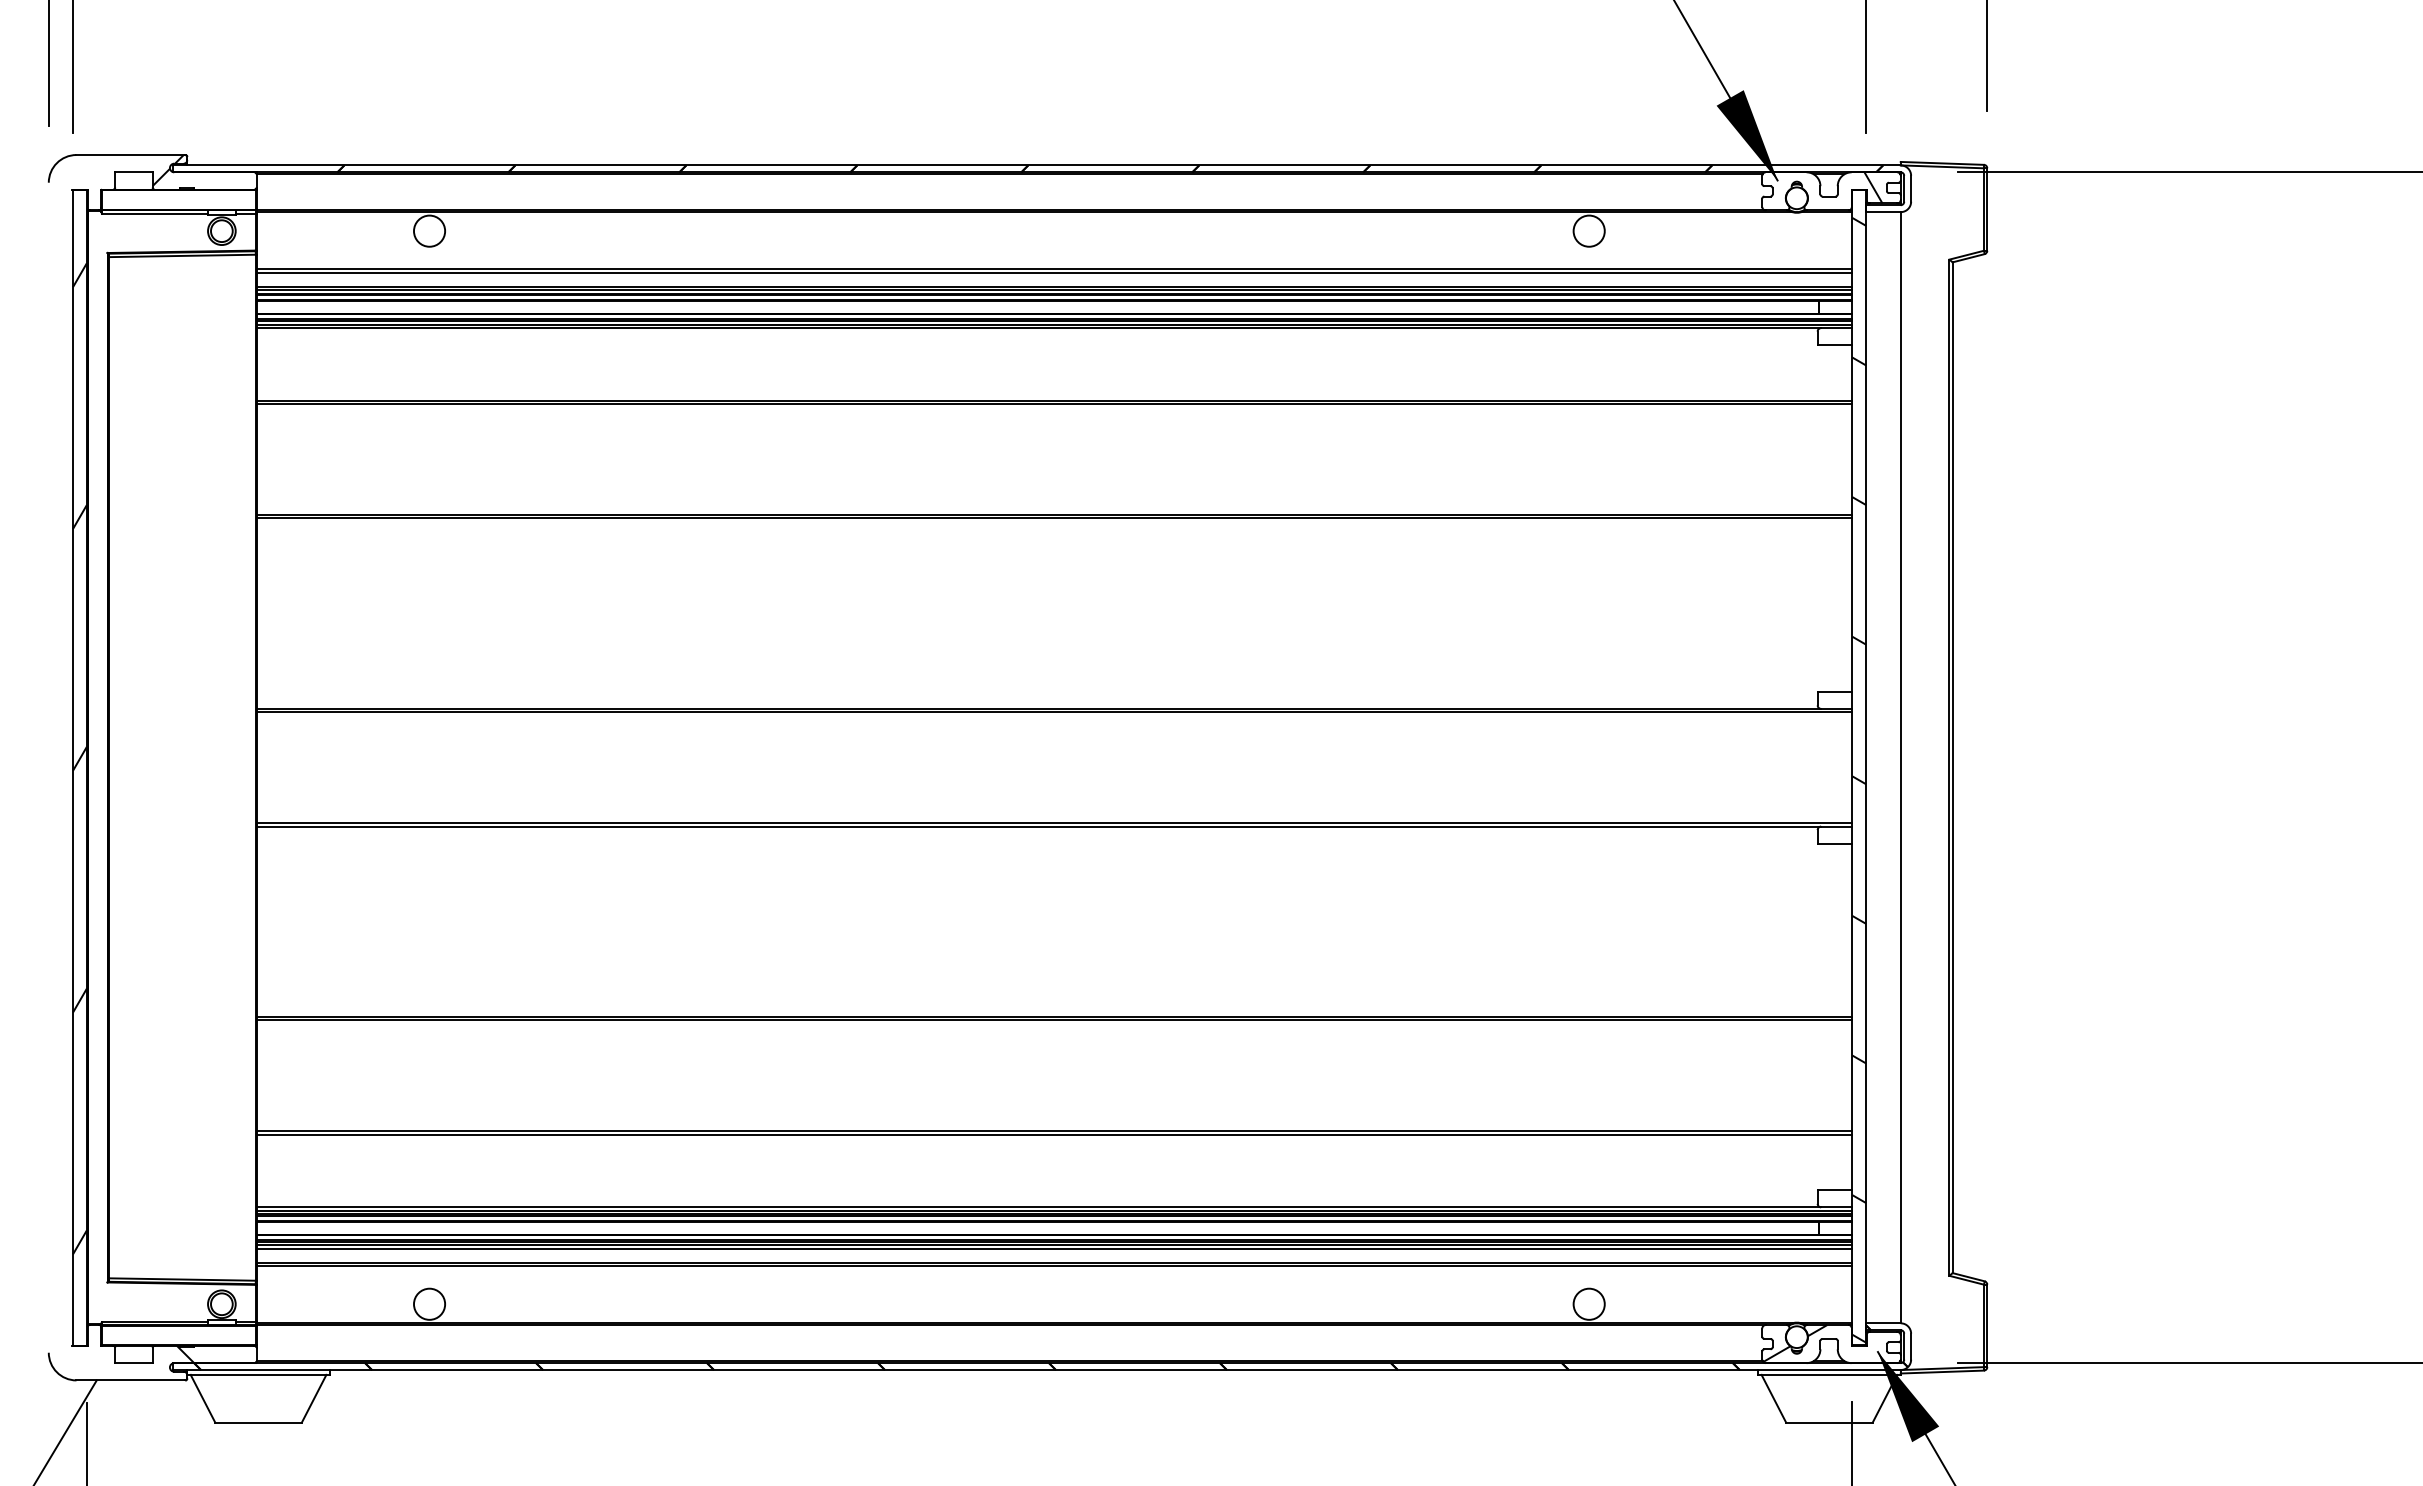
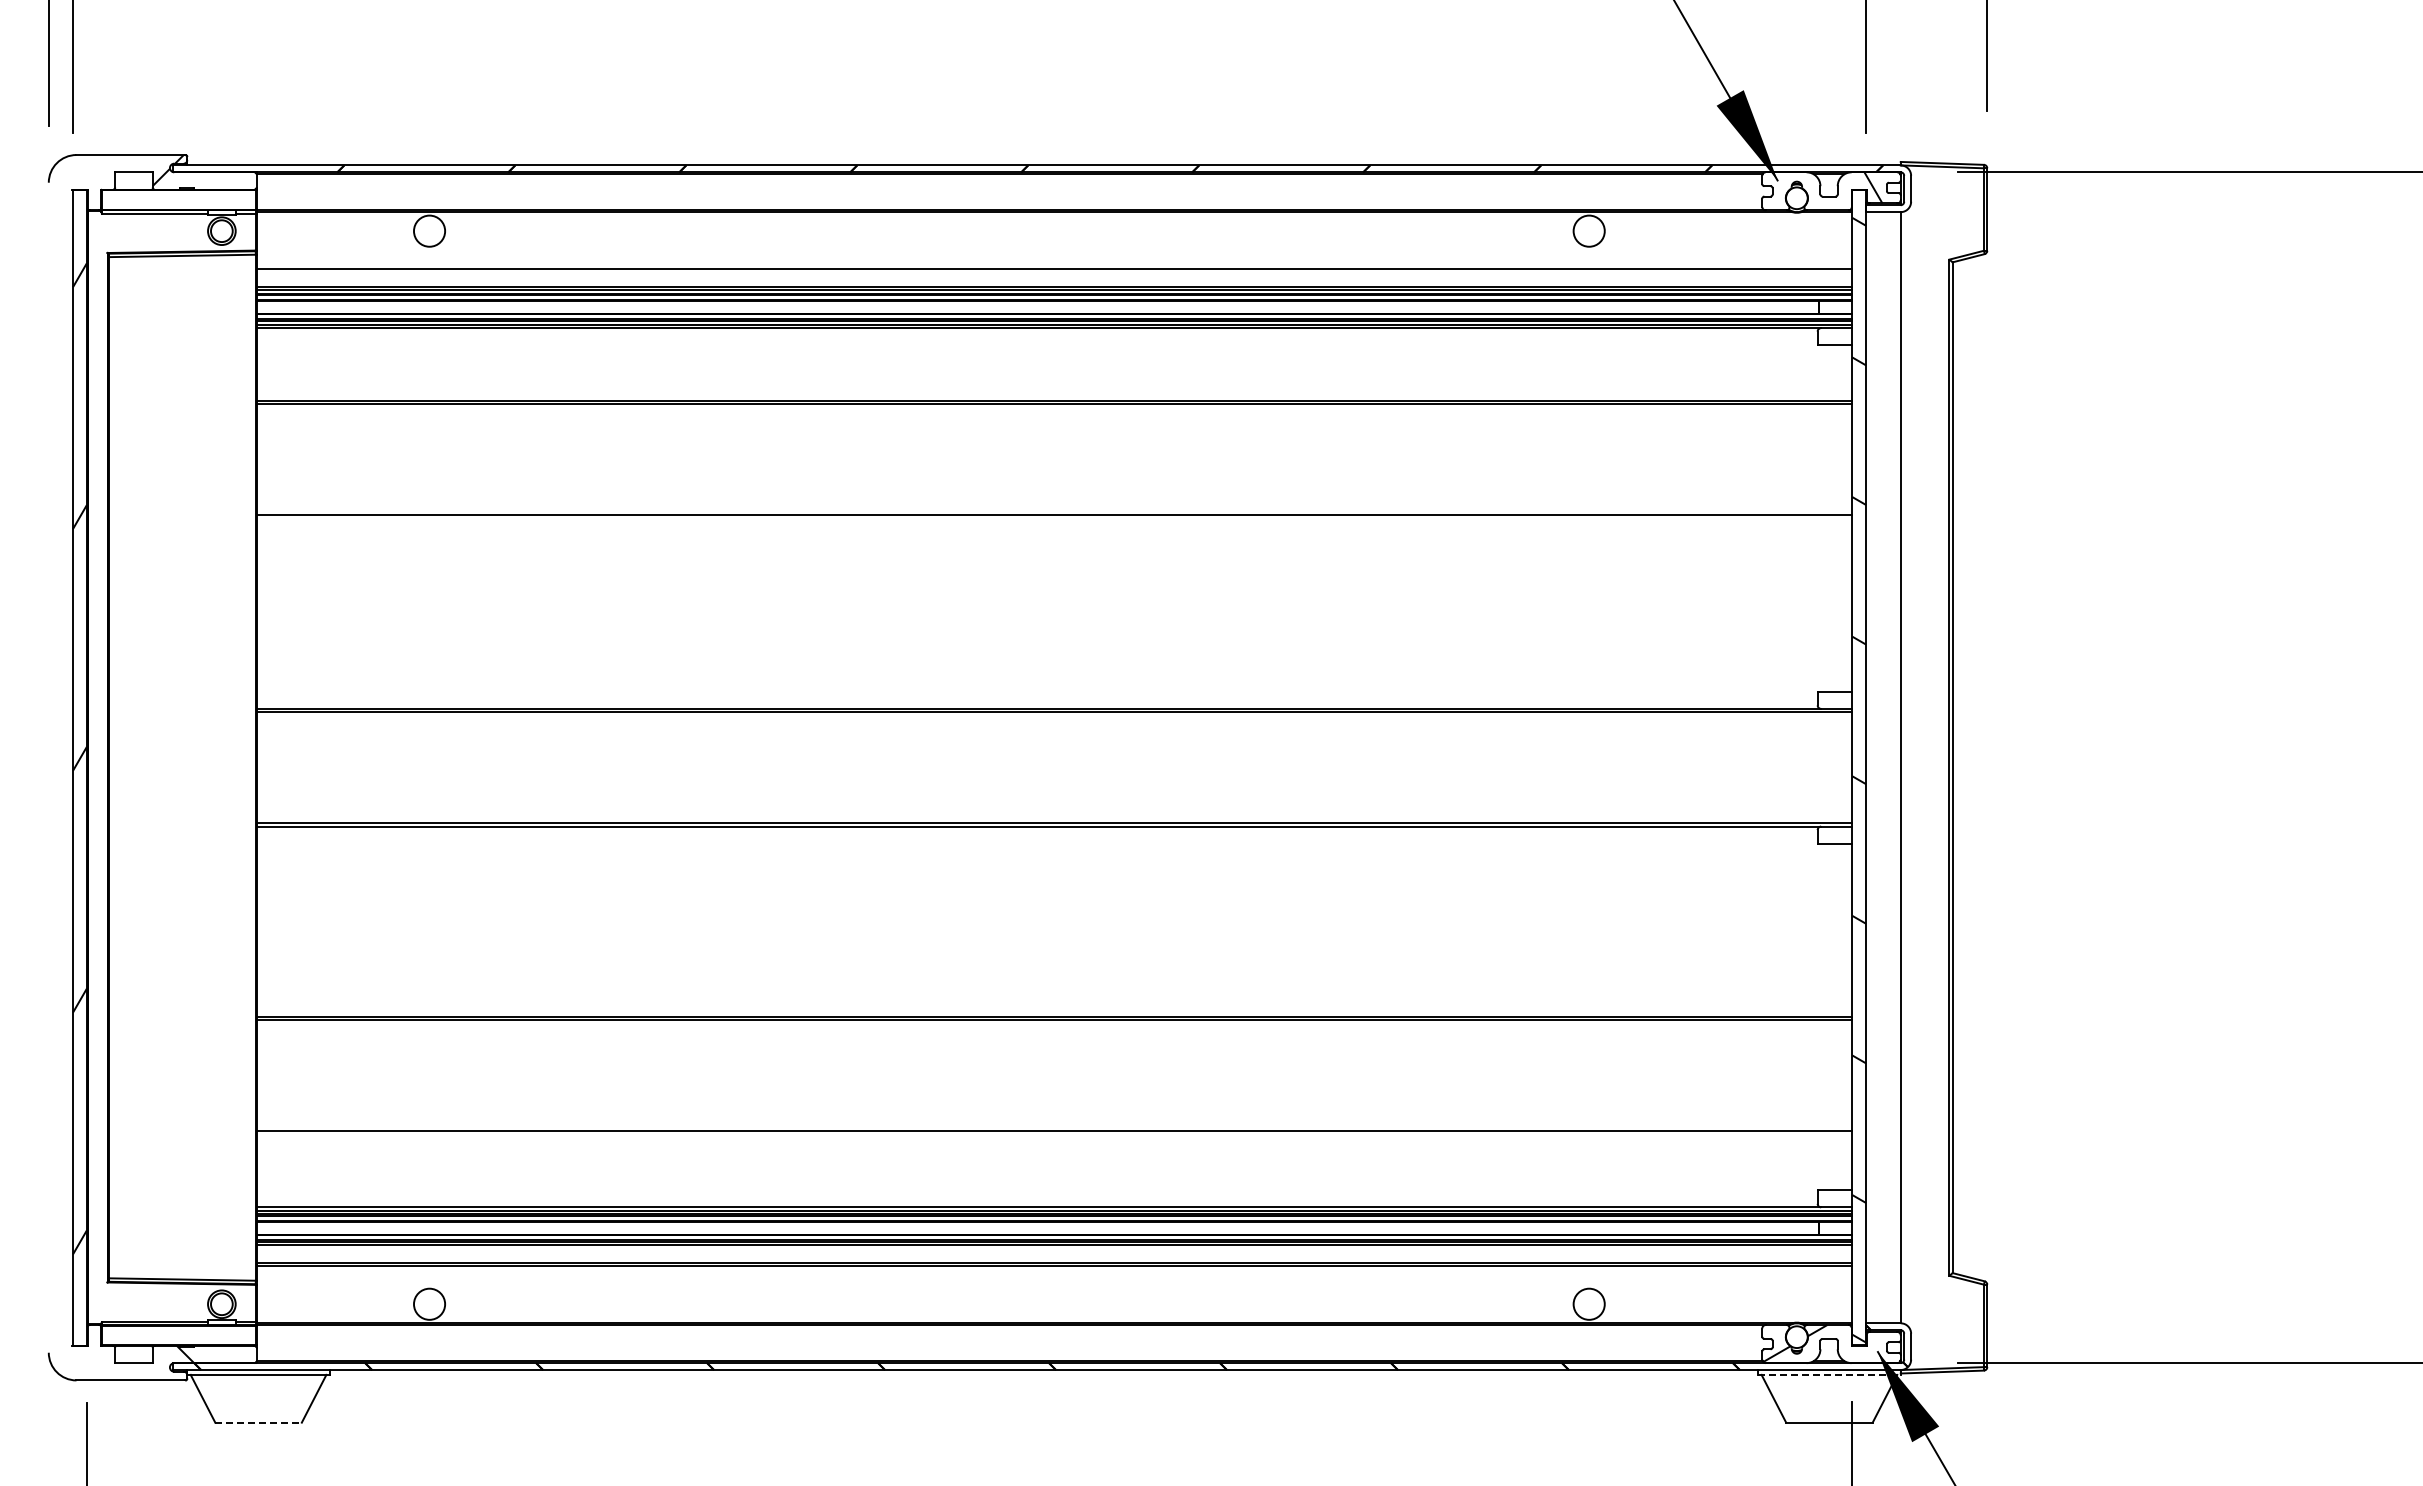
line at (1054, 272): present -> none
line at (1054, 518): present -> none
line at (1054, 1134): present -> none
line at (1054, 1248): present -> none
line at (1829, 1374): solid -> dashed
line at (259, 1422): solid -> dashed
line at (65, 1431): present -> none
